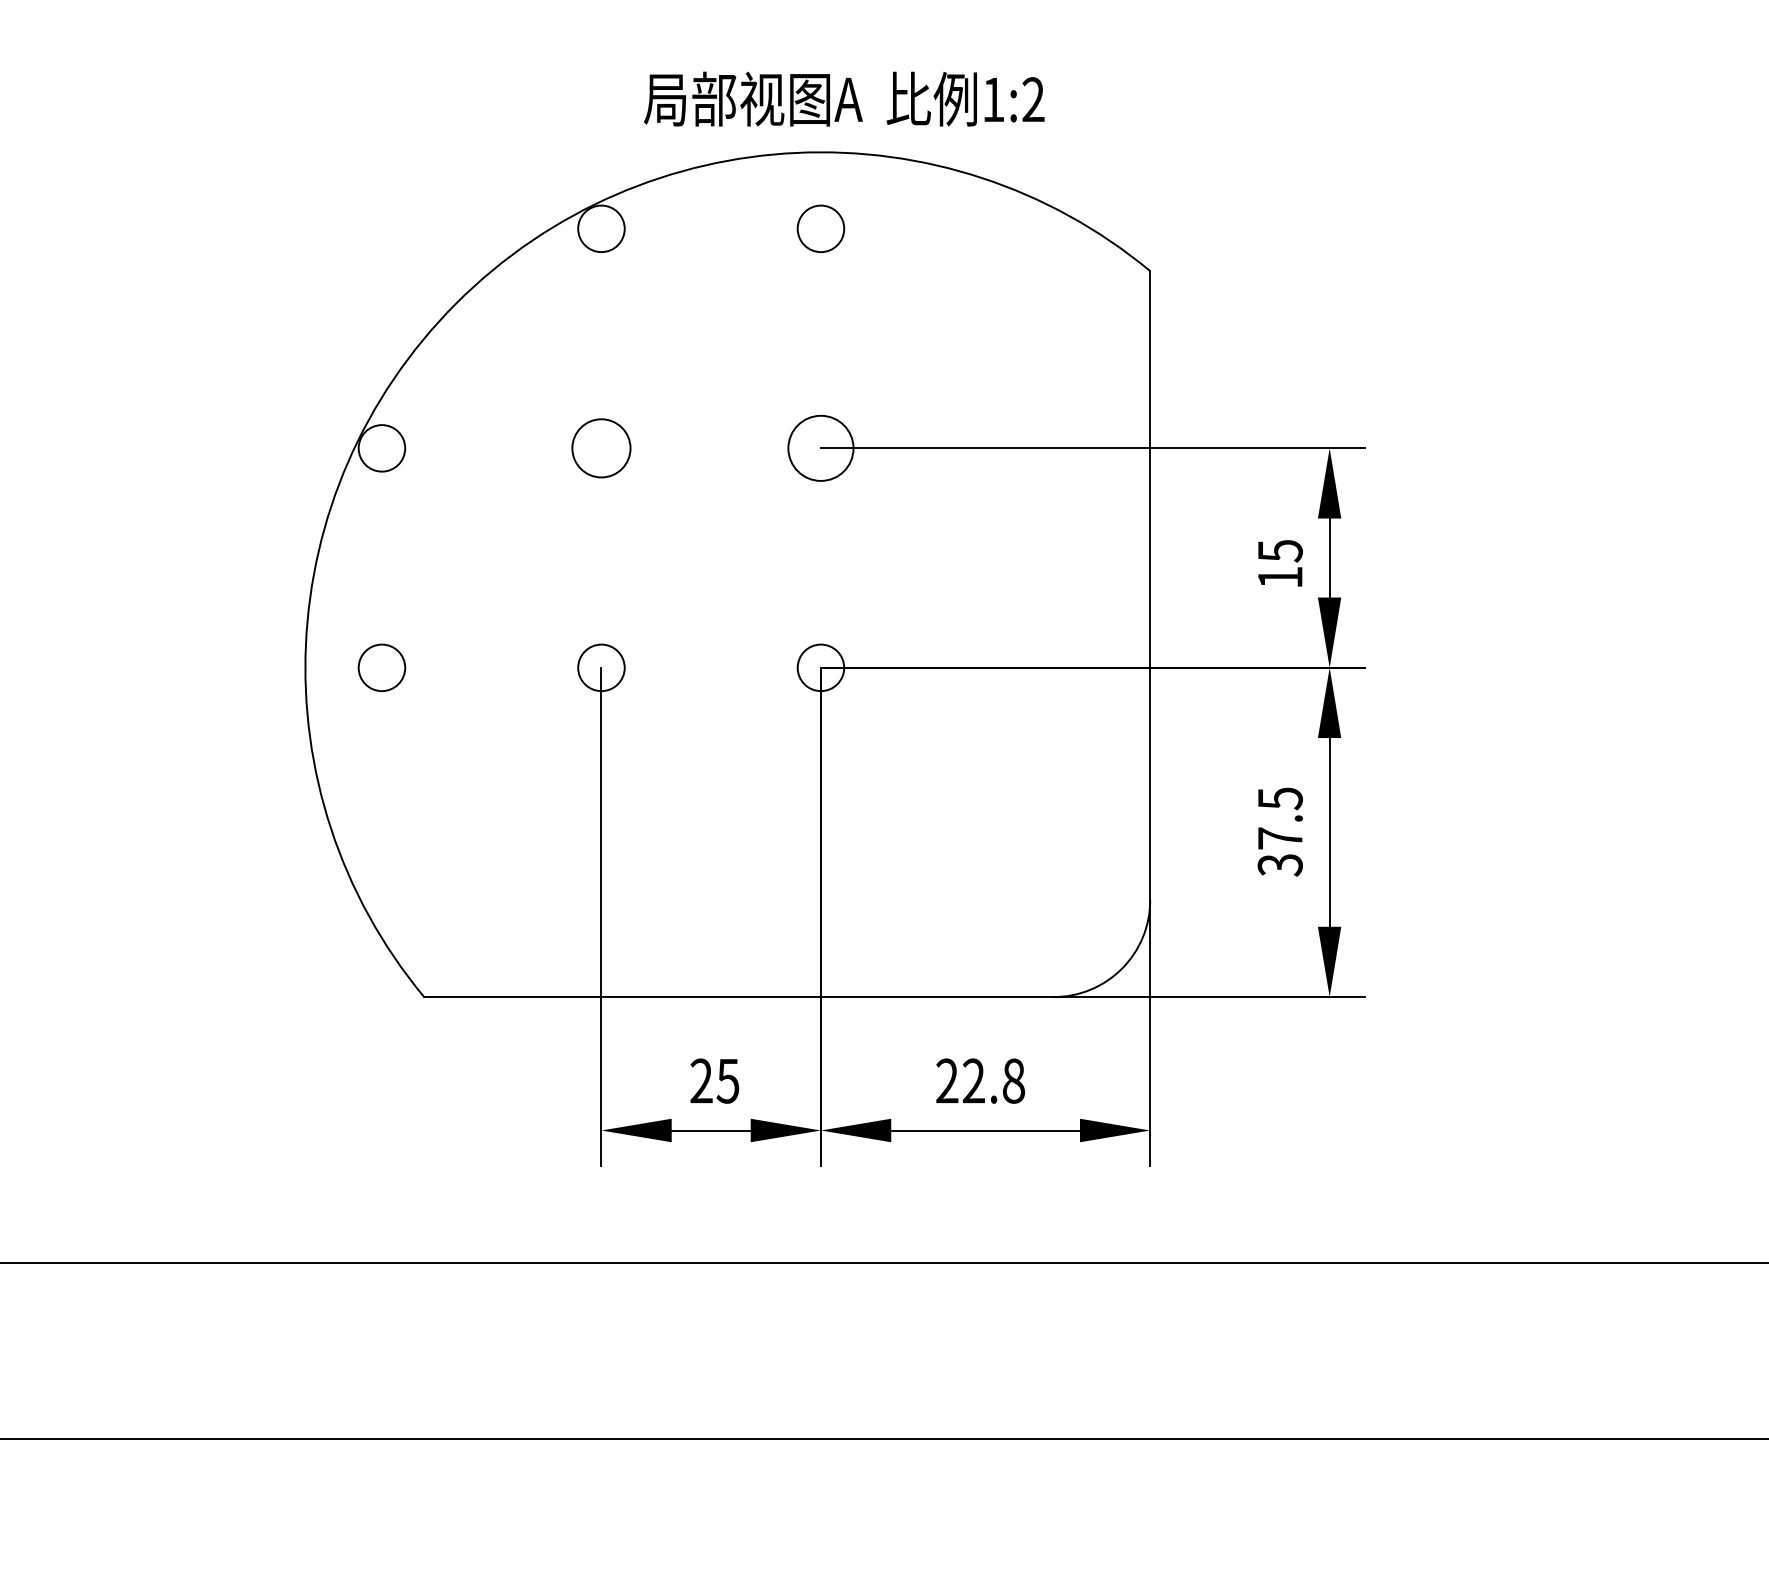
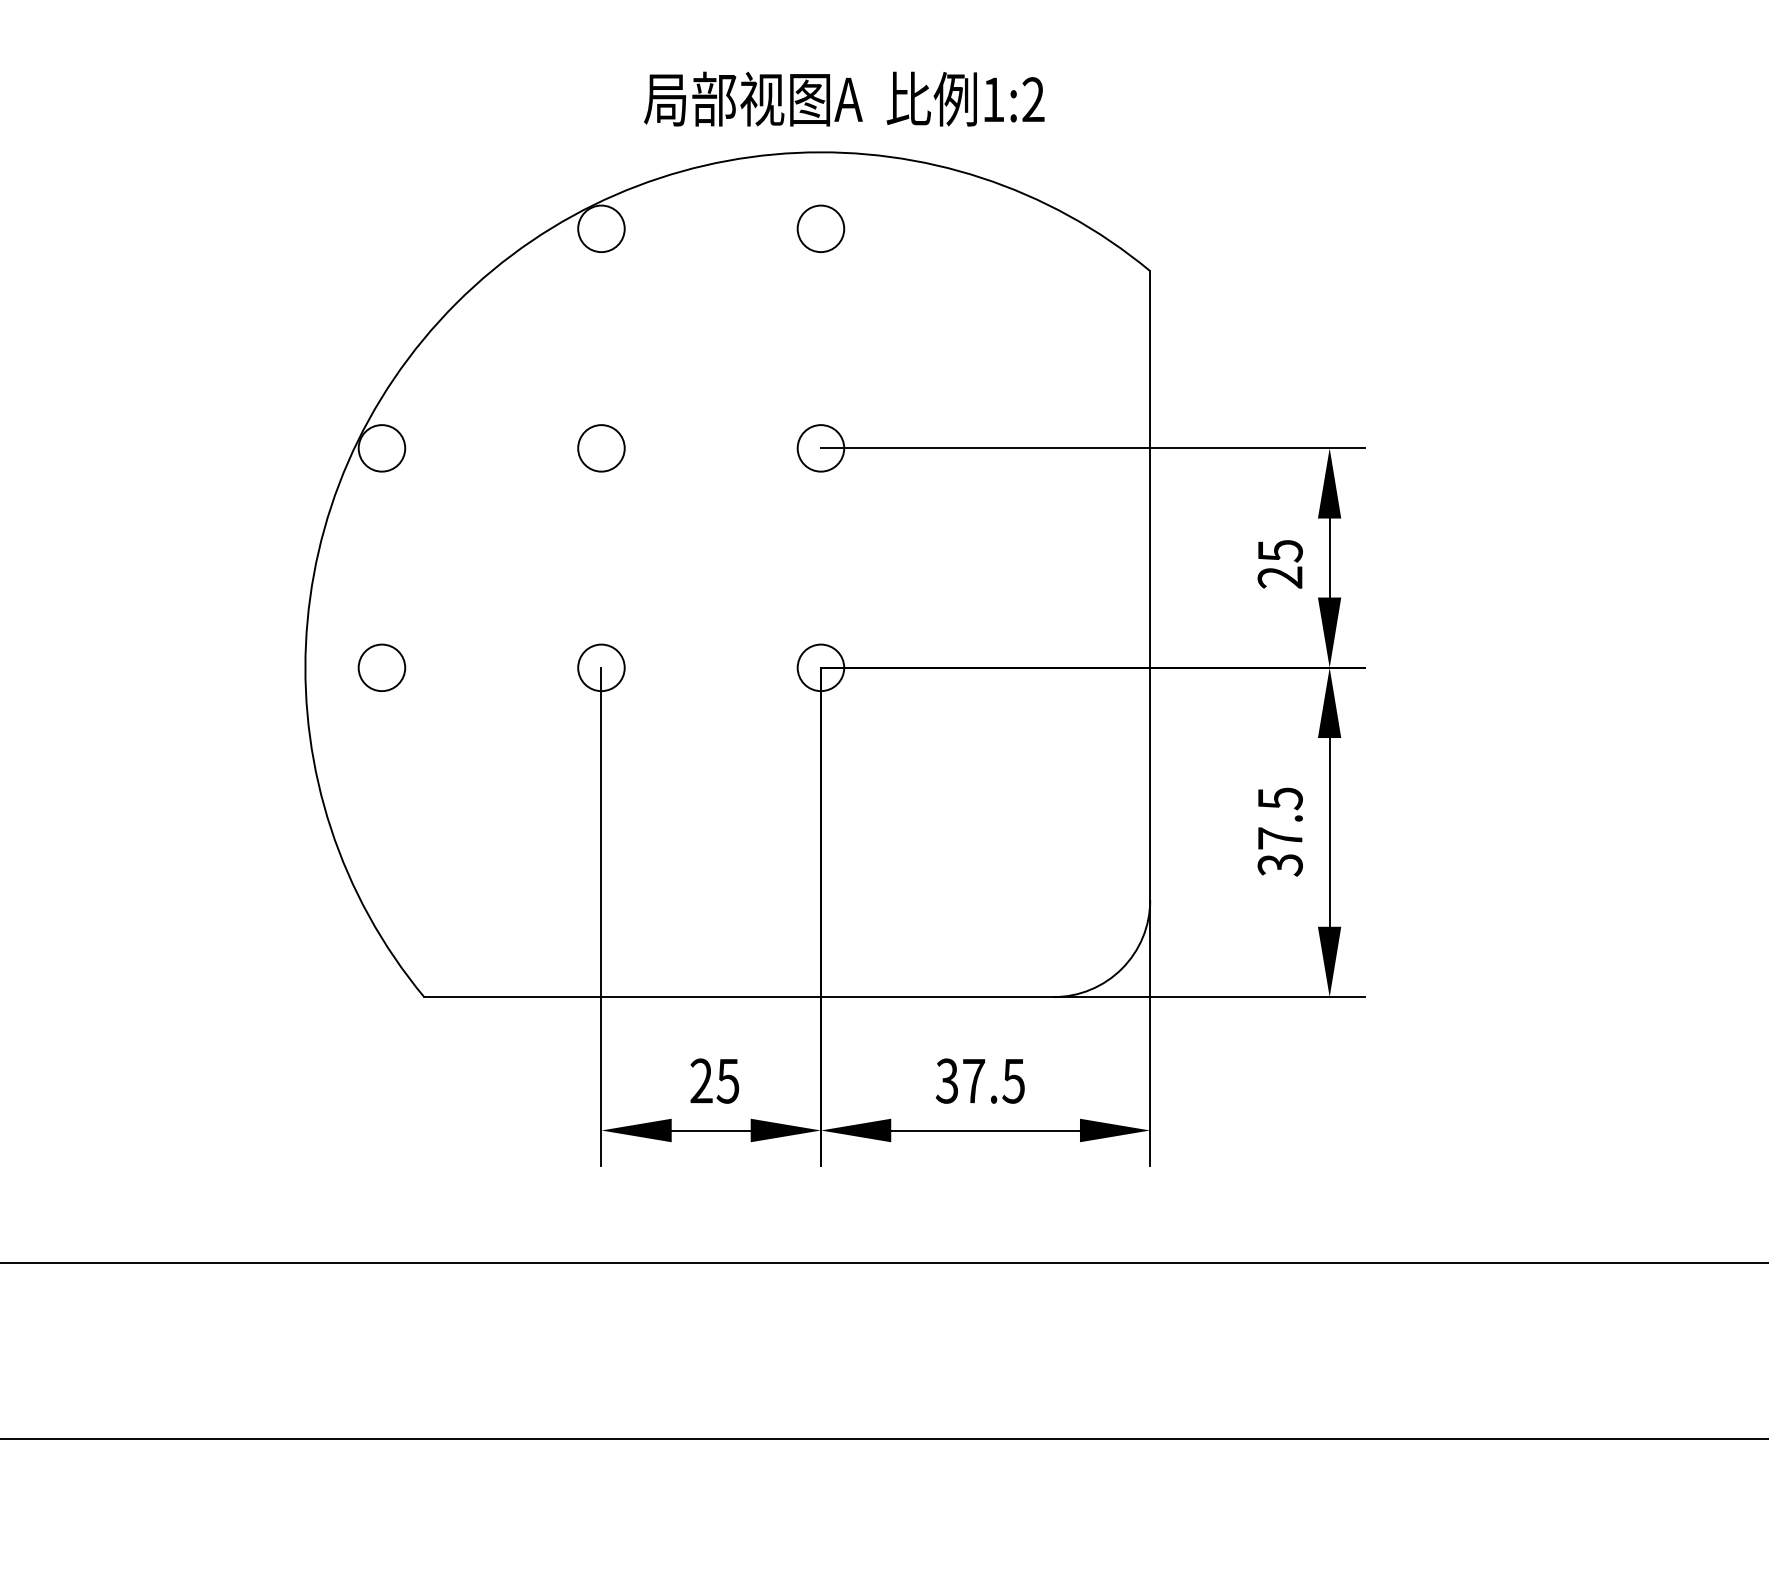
circle at (820, 447) diameter: 65 px -> 47 px
circle at (601, 448) diameter: 58 px -> 47 px
text at (1279, 577): 15 -> 25
text at (980, 1080): 22.8 -> 37.5
